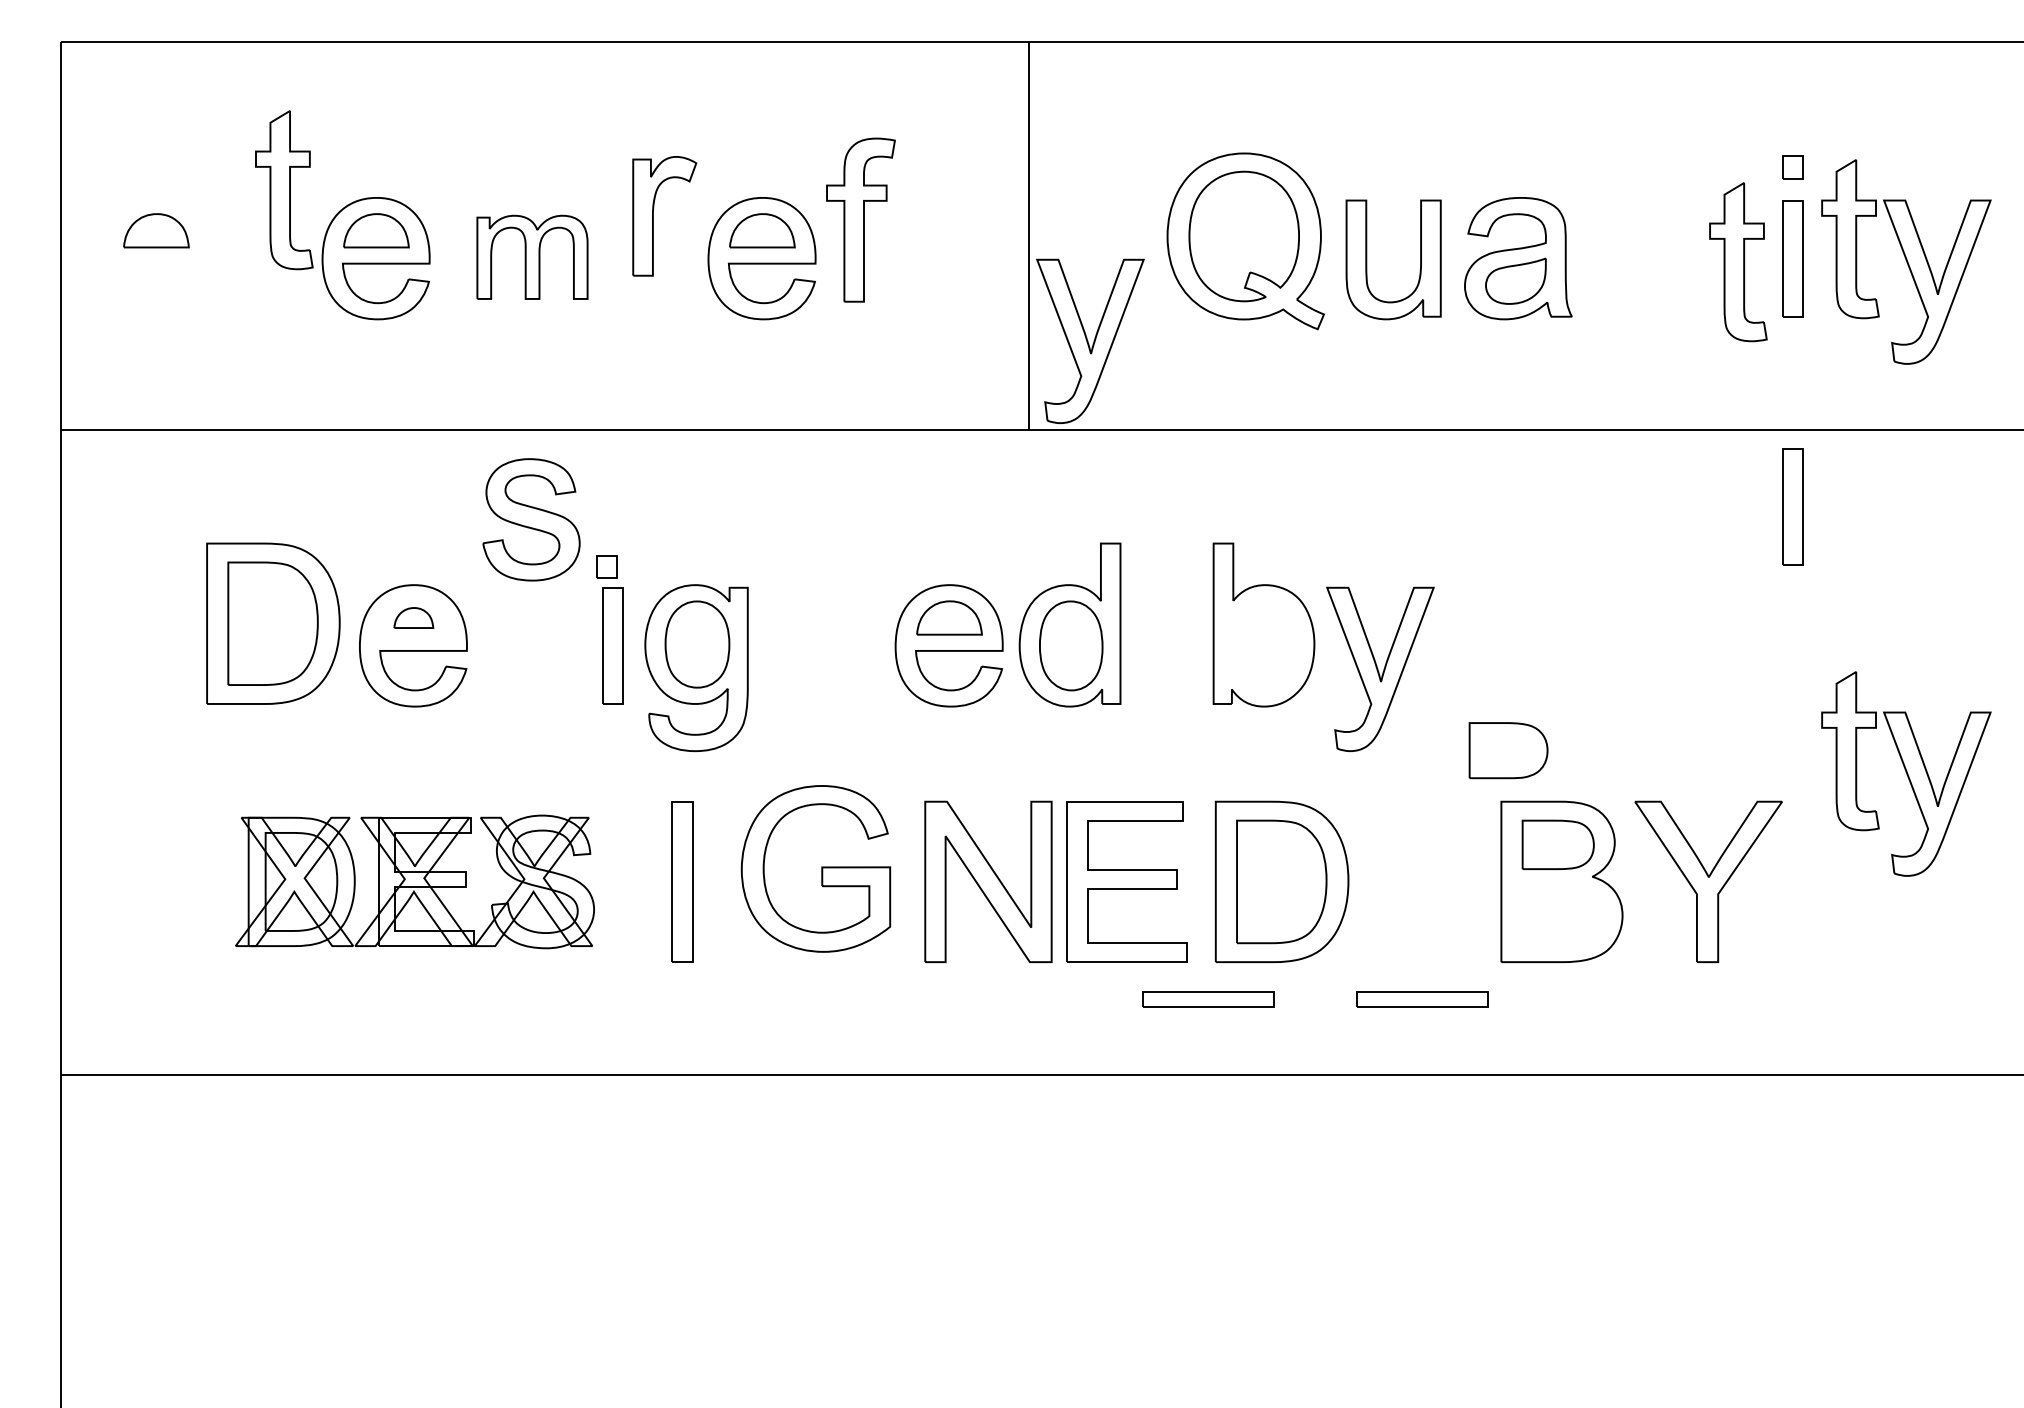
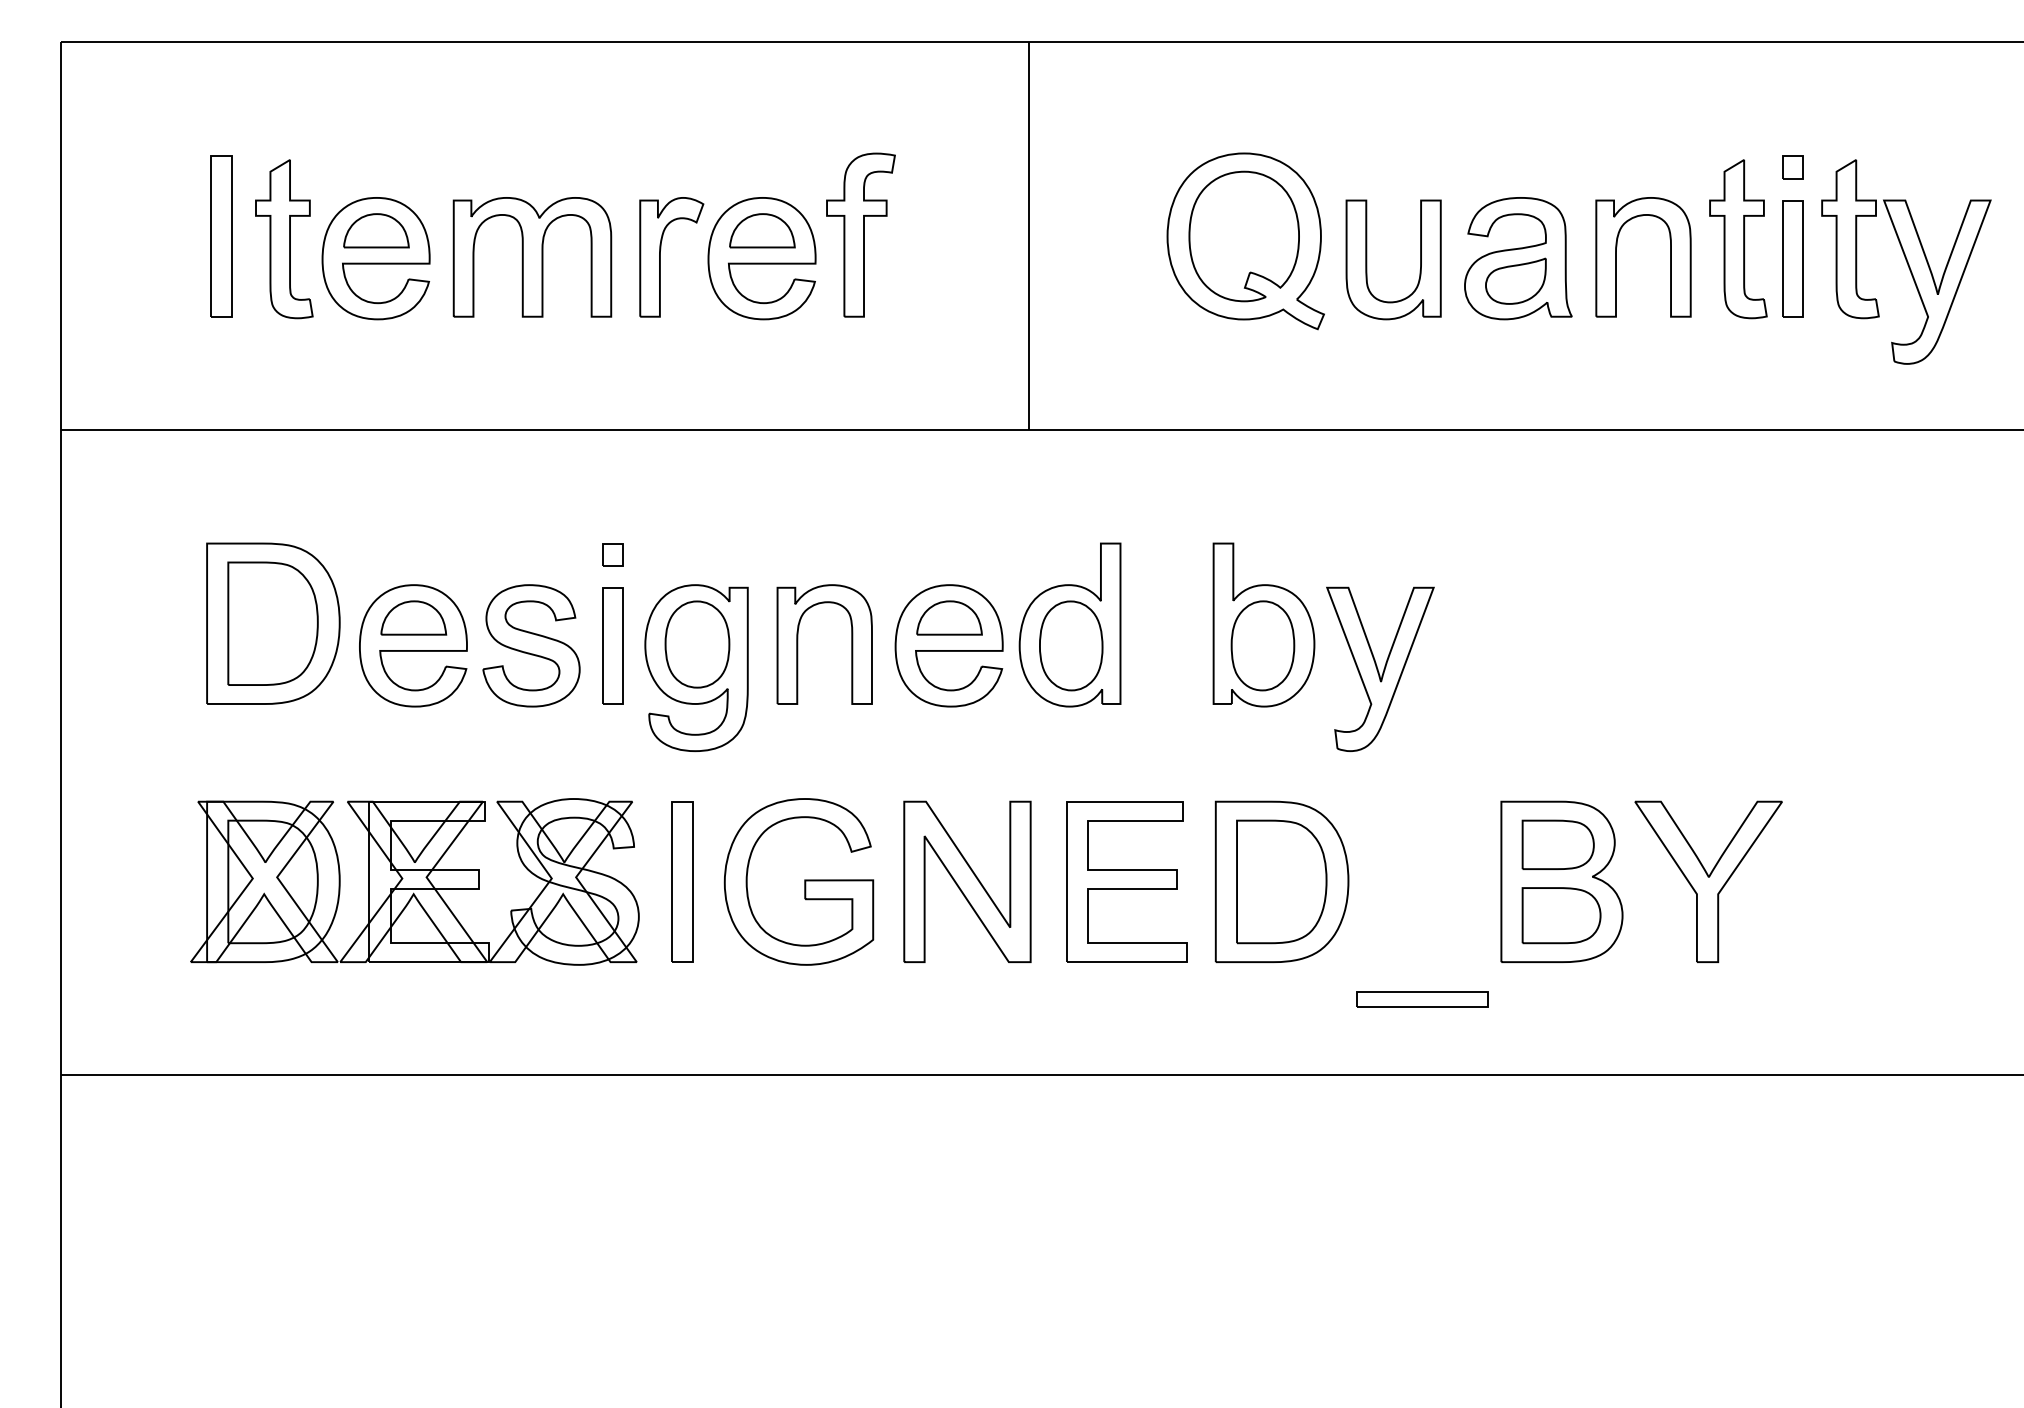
part at (284, 190) position: (284, 190) -> (284, 239)
part at (653, 216) position: (653, 216) -> (660, 257)
part at (860, 219) position: (860, 219) -> (860, 234)
part at (156, 230): present -> none
part at (221, 236): none -> present
part at (532, 256) size: 113x86 px -> 161x121 px
part at (1616, 257): none -> present
part at (1738, 262) position: (1738, 262) -> (1738, 239)
part at (1090, 340): present -> none
part at (1792, 506): present -> none
part at (531, 519) position: (531, 519) -> (531, 645)
part at (606, 566) position: (606, 566) -> (612, 554)
part at (413, 617) size: 42x22 px -> 68x36 px
part at (798, 644): none -> present
part at (1262, 645): none -> present
part at (1508, 750) position: (1508, 750) -> (1561, 915)
part at (1906, 773): present -> none
part at (815, 868) position: (815, 868) -> (798, 881)
part at (414, 881) size: 360x136 px -> 450x168 px
part at (988, 881) position: (988, 881) -> (967, 881)
part at (1208, 999): present -> none
